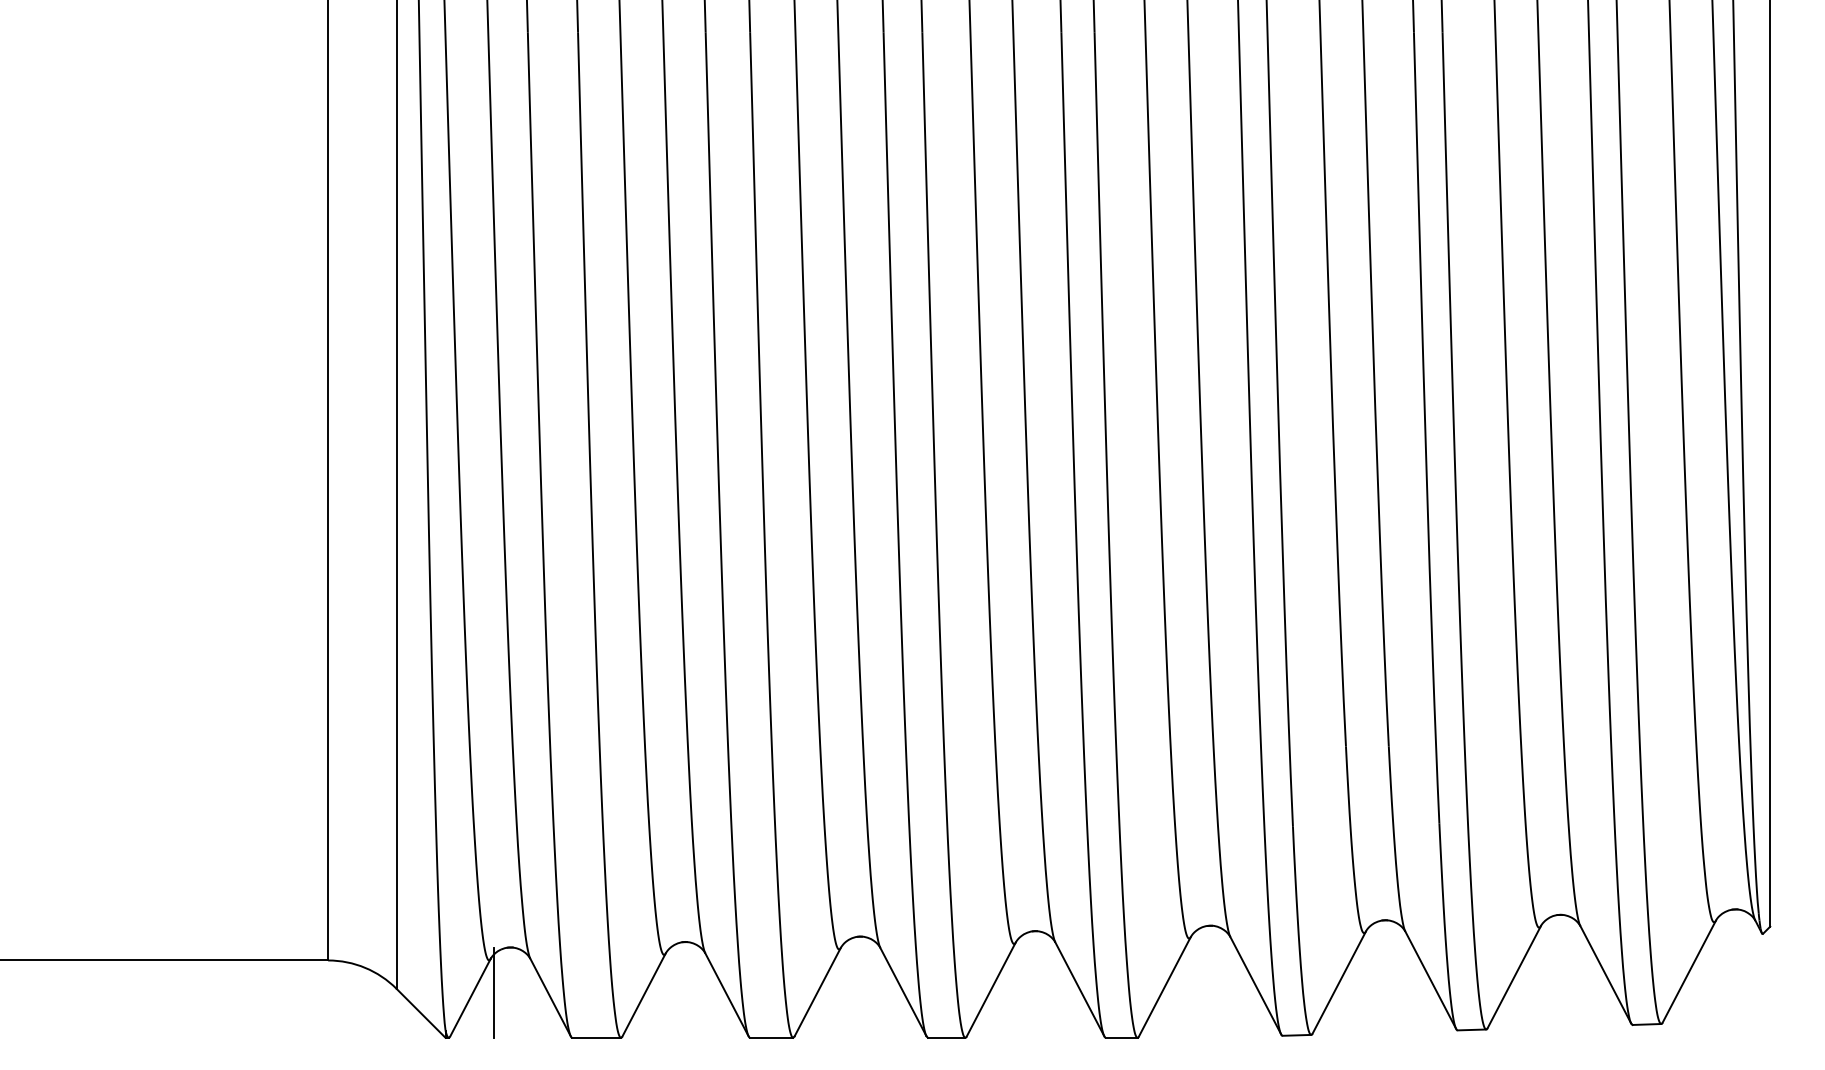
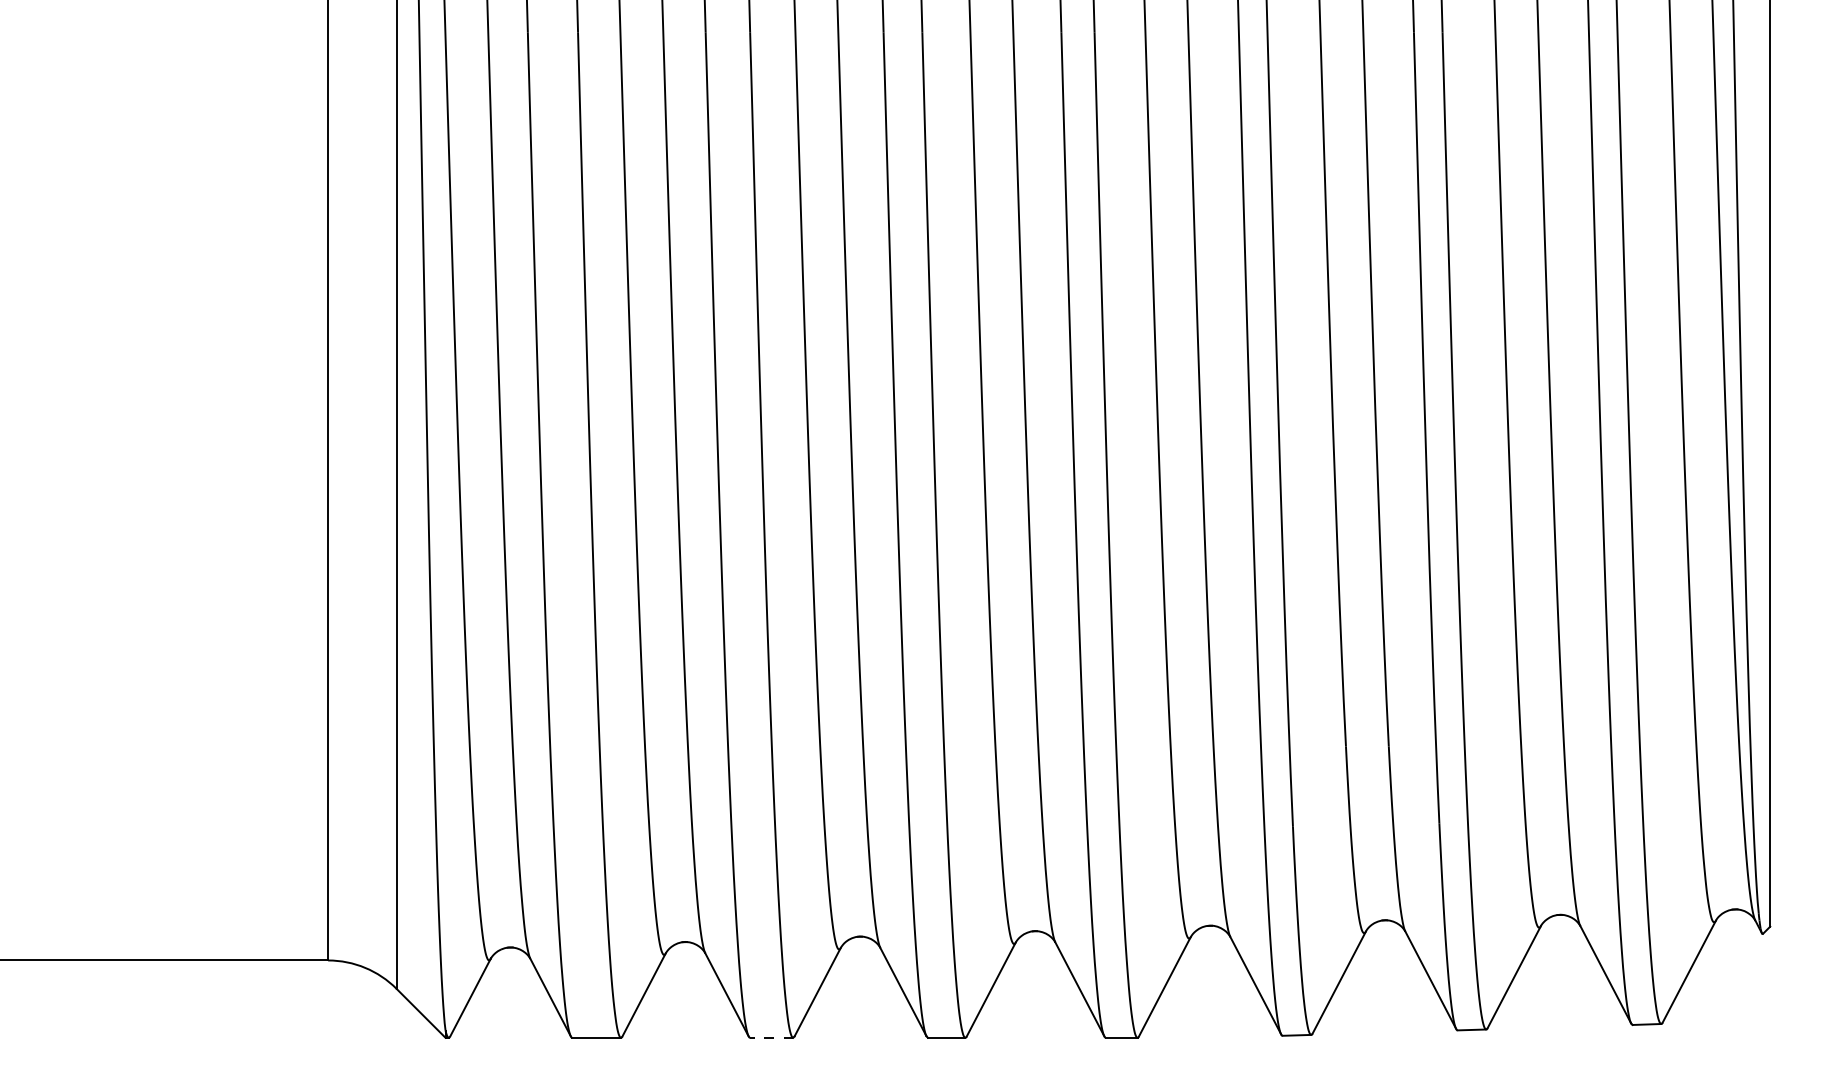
line at (493, 992): present -> none
line at (771, 1037): solid -> dashed
